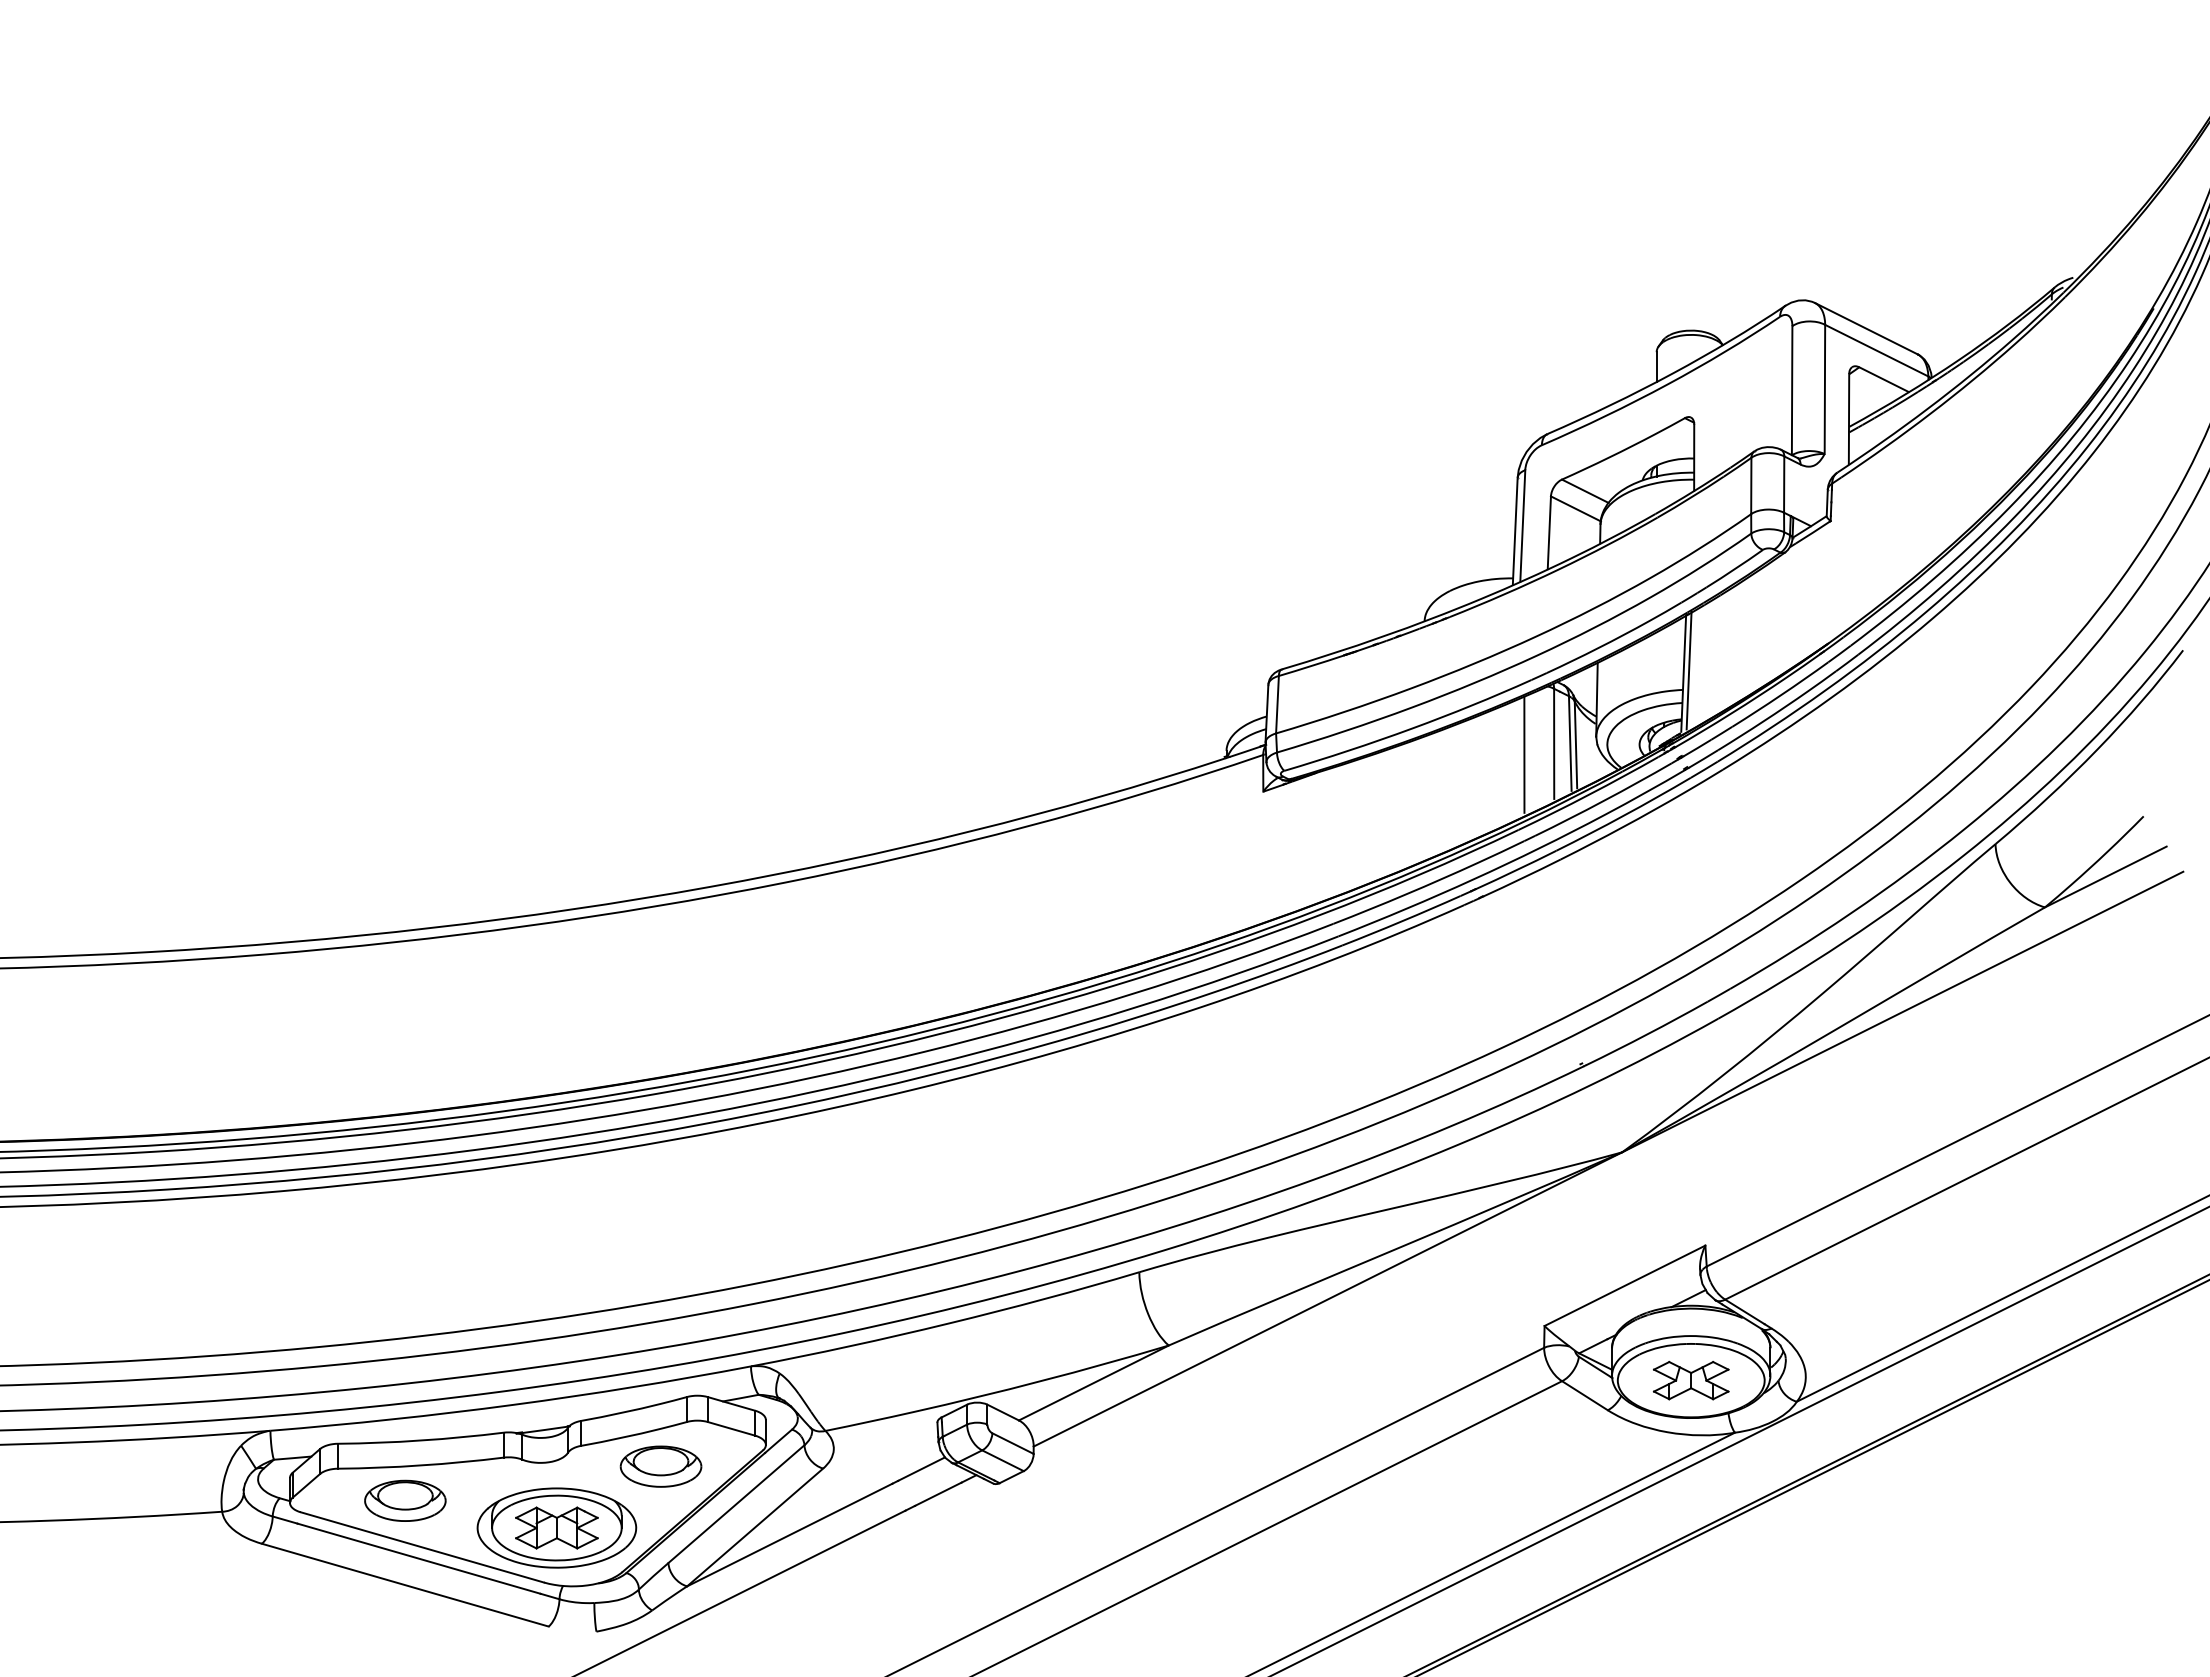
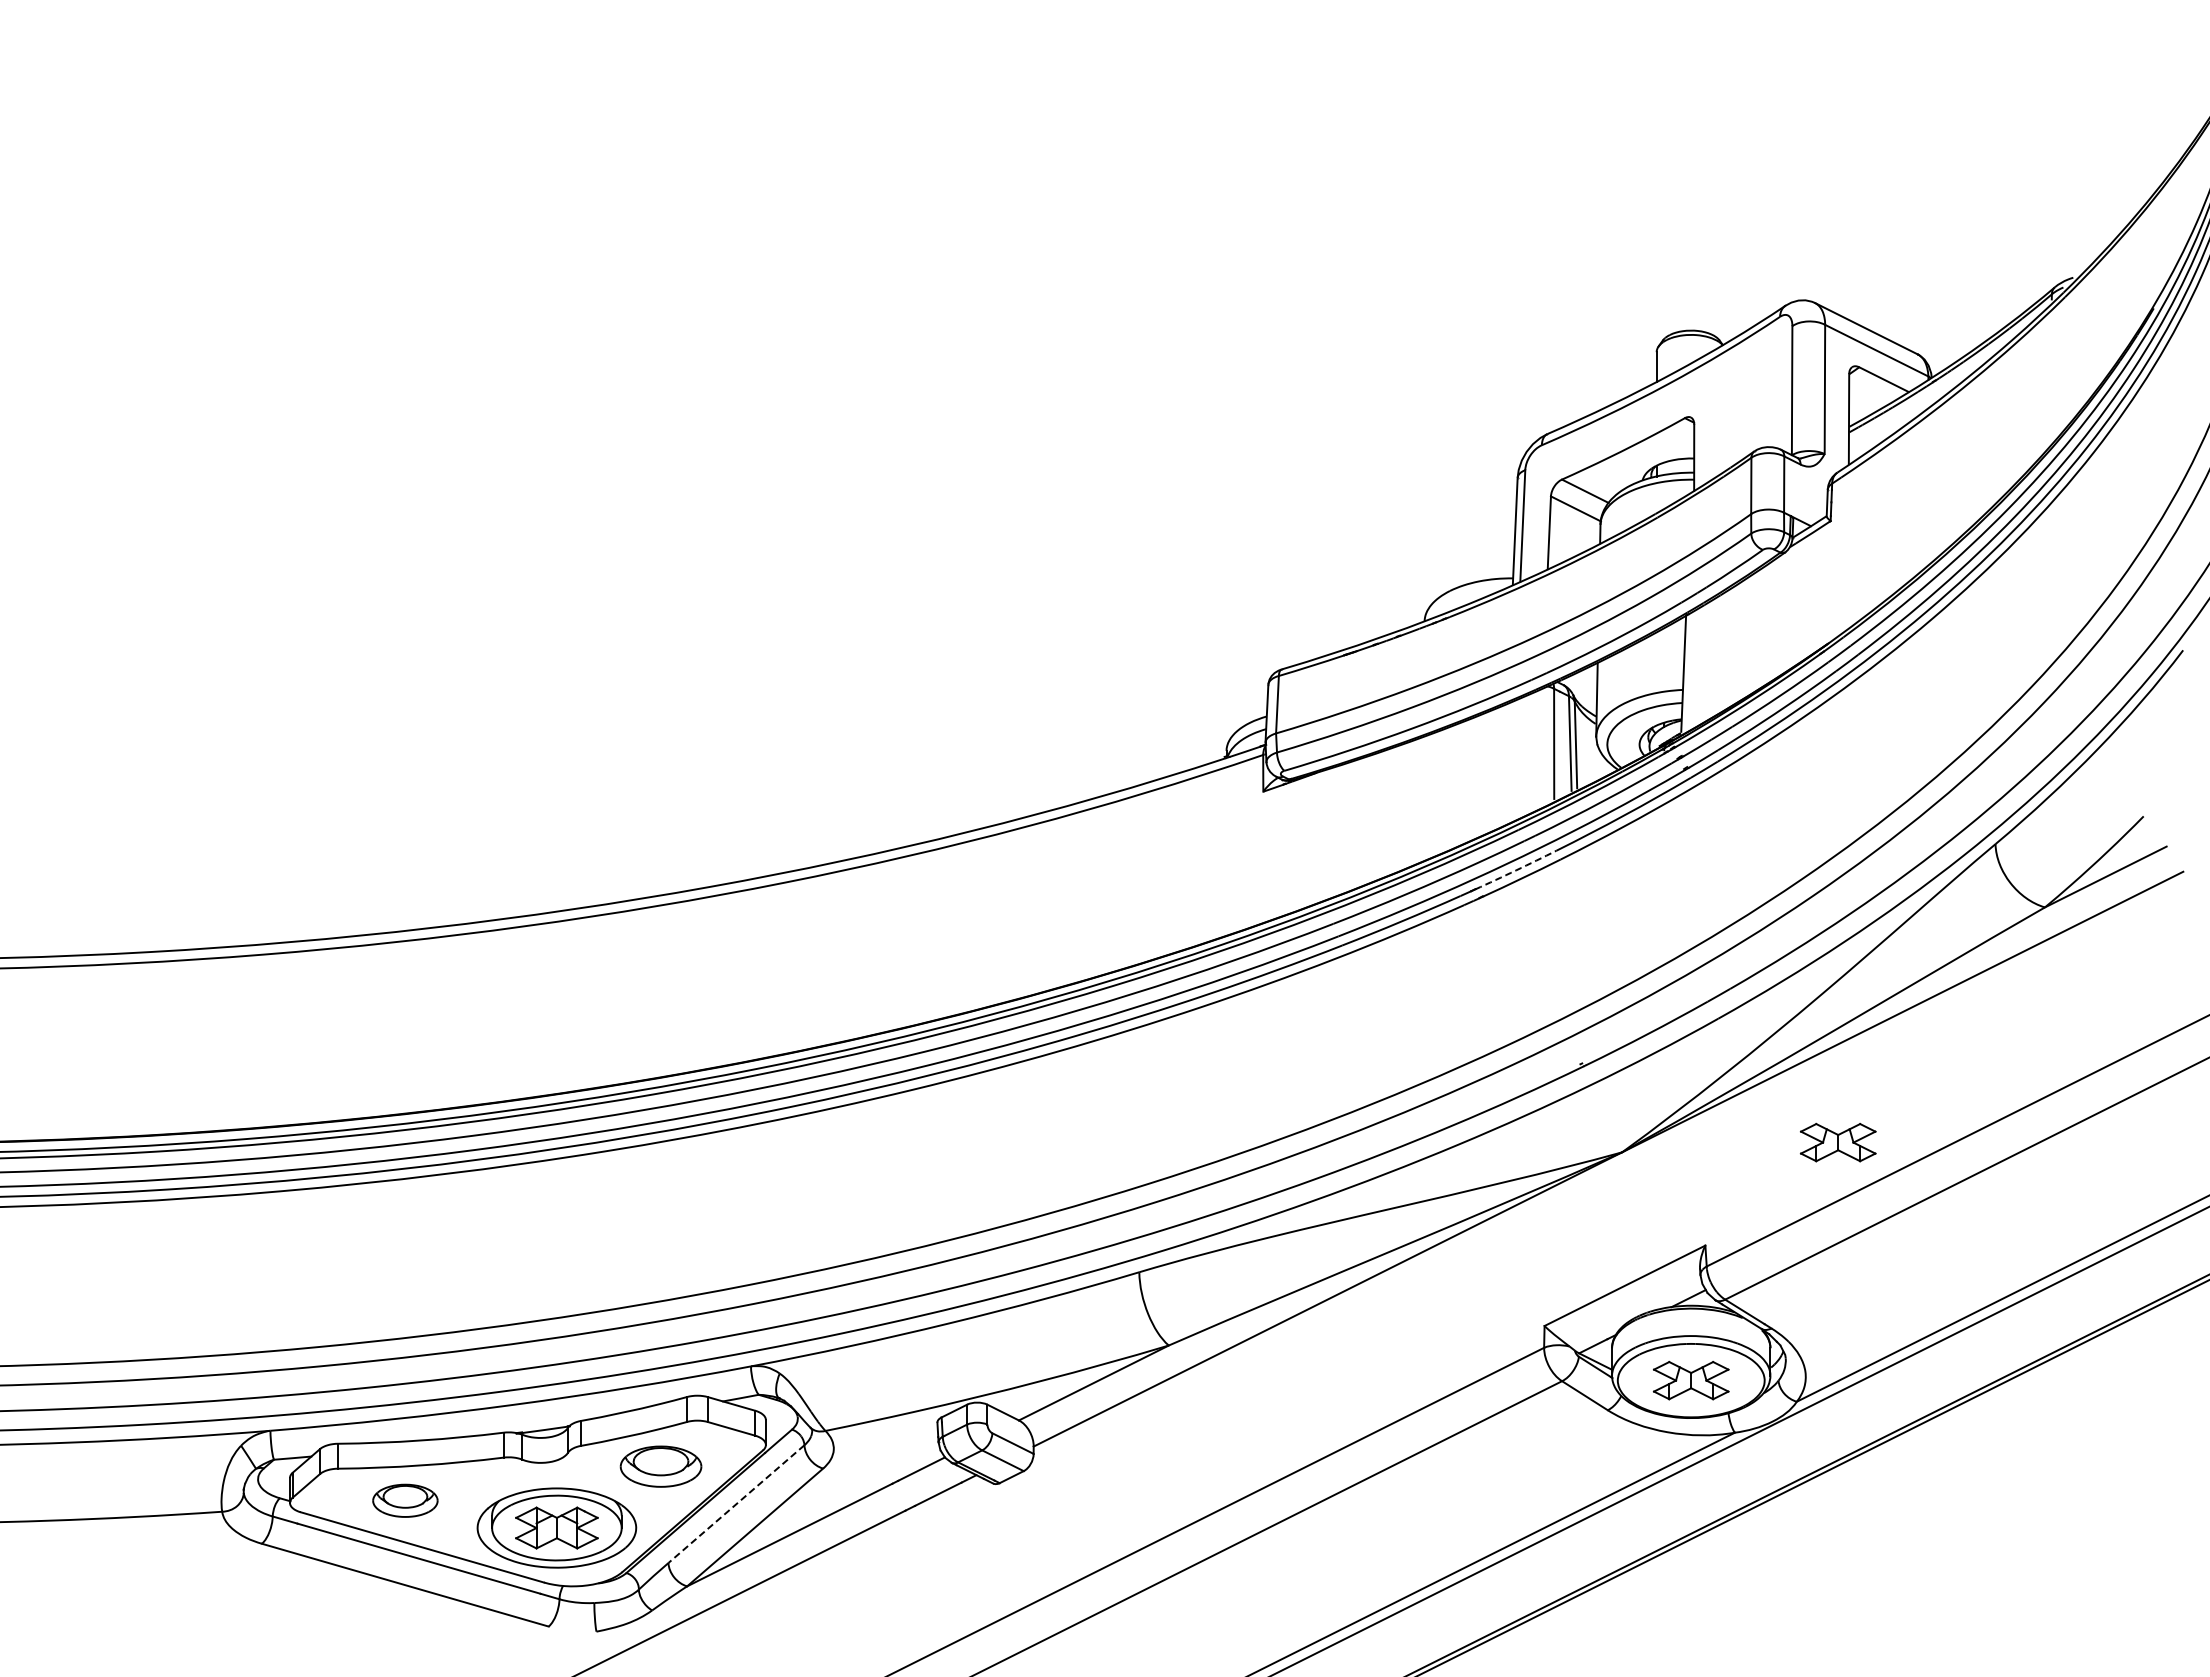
line at (1688, 670): present -> none
line at (1524, 754): present -> none
arc at (1516, 870): solid -> dashed
part at (1837, 1142): none -> present
part at (405, 1500) size: 83x43 px -> 67x35 px
line at (736, 1504): solid -> dashed
